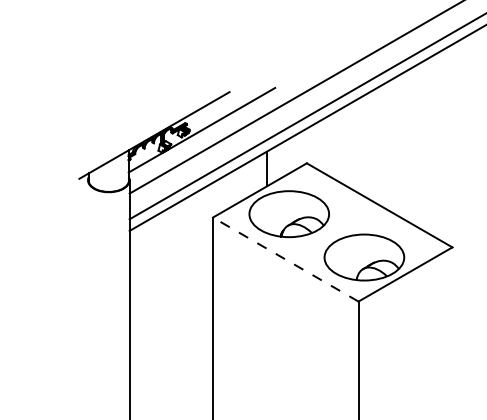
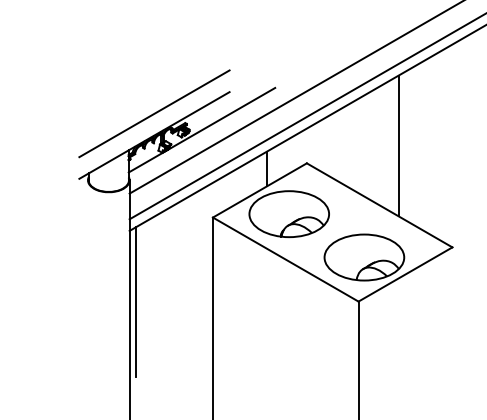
line at (154, 113): none -> present
line at (398, 145): none -> present
line at (285, 259): dashed -> solid
line at (135, 302): none -> present
